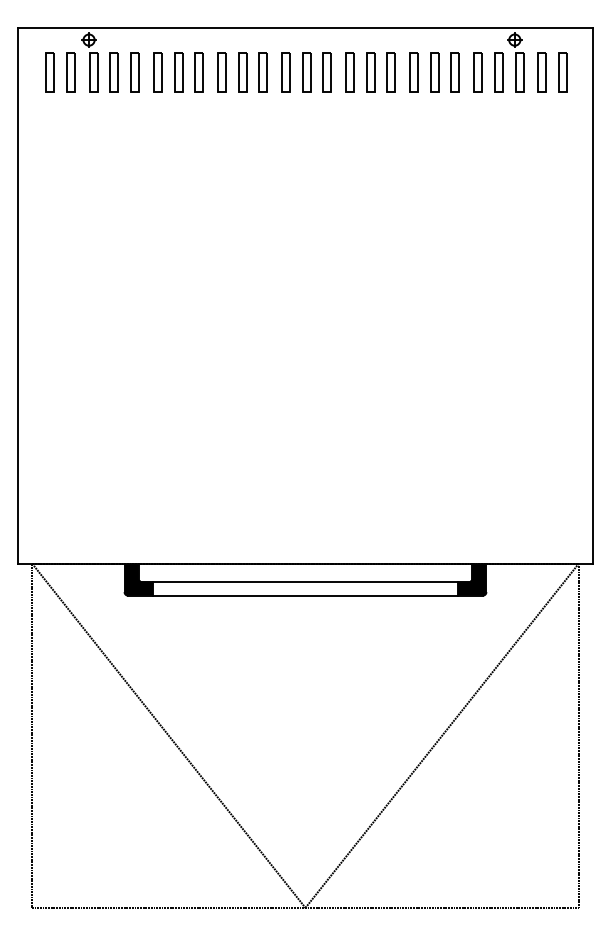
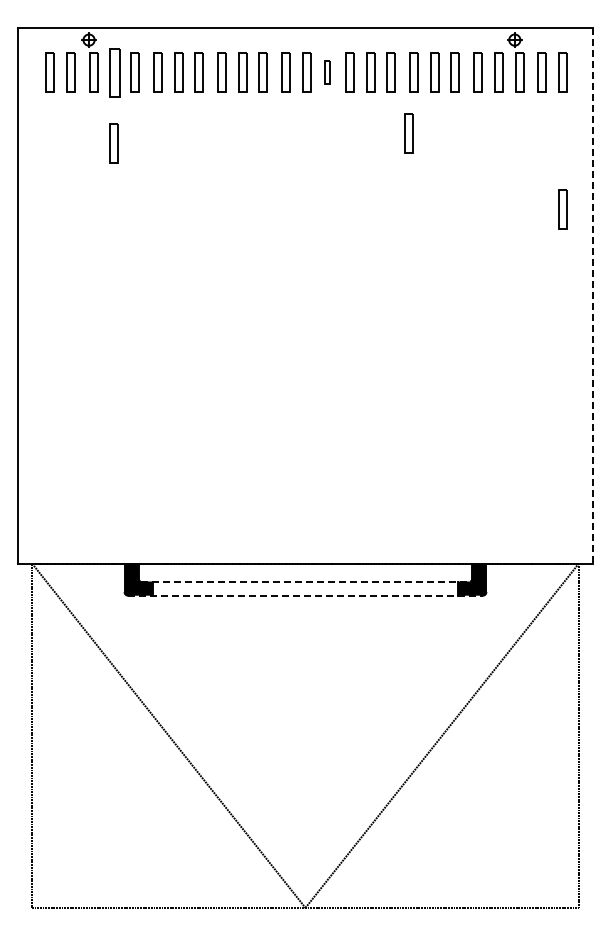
part at (113, 72) size: 10x41 px -> 12x50 px
part at (326, 72) size: 10x41 px -> 7x25 px
part at (408, 133): none -> present
part at (113, 143): none -> present
part at (562, 209): none -> present
line at (592, 295): solid -> dashed
line at (305, 581): solid -> dashed
line at (305, 595): solid -> dashed
